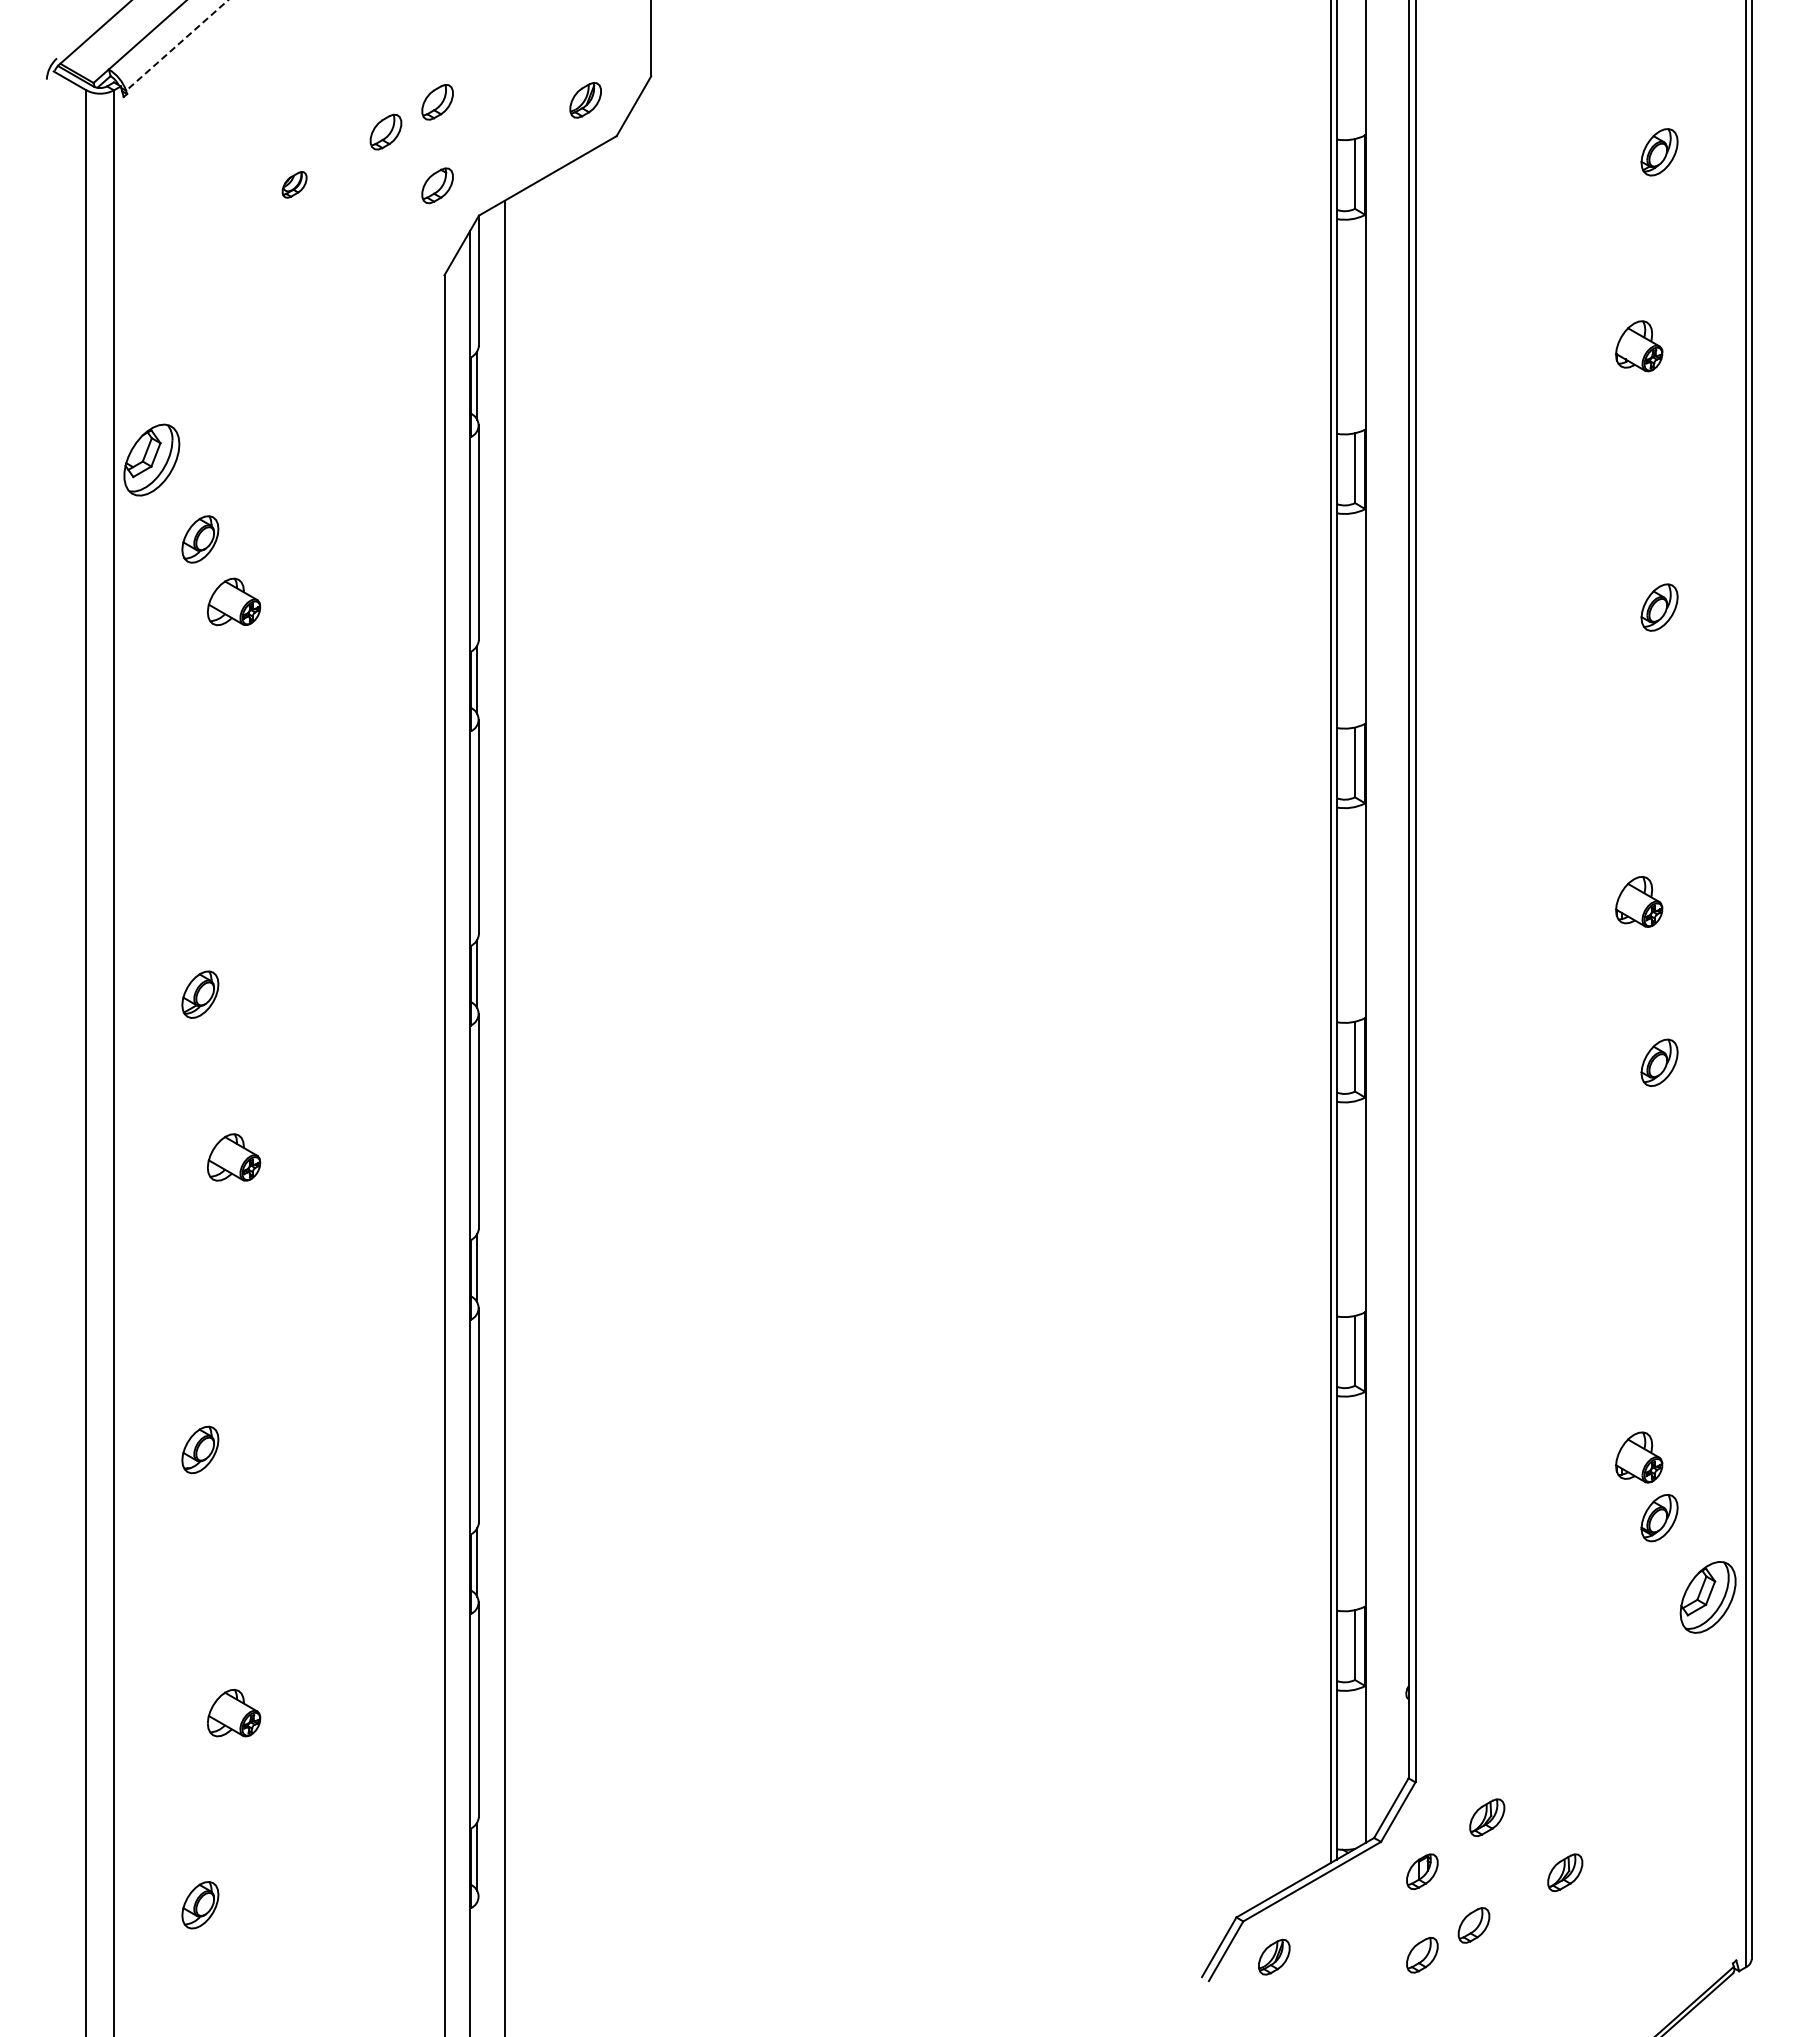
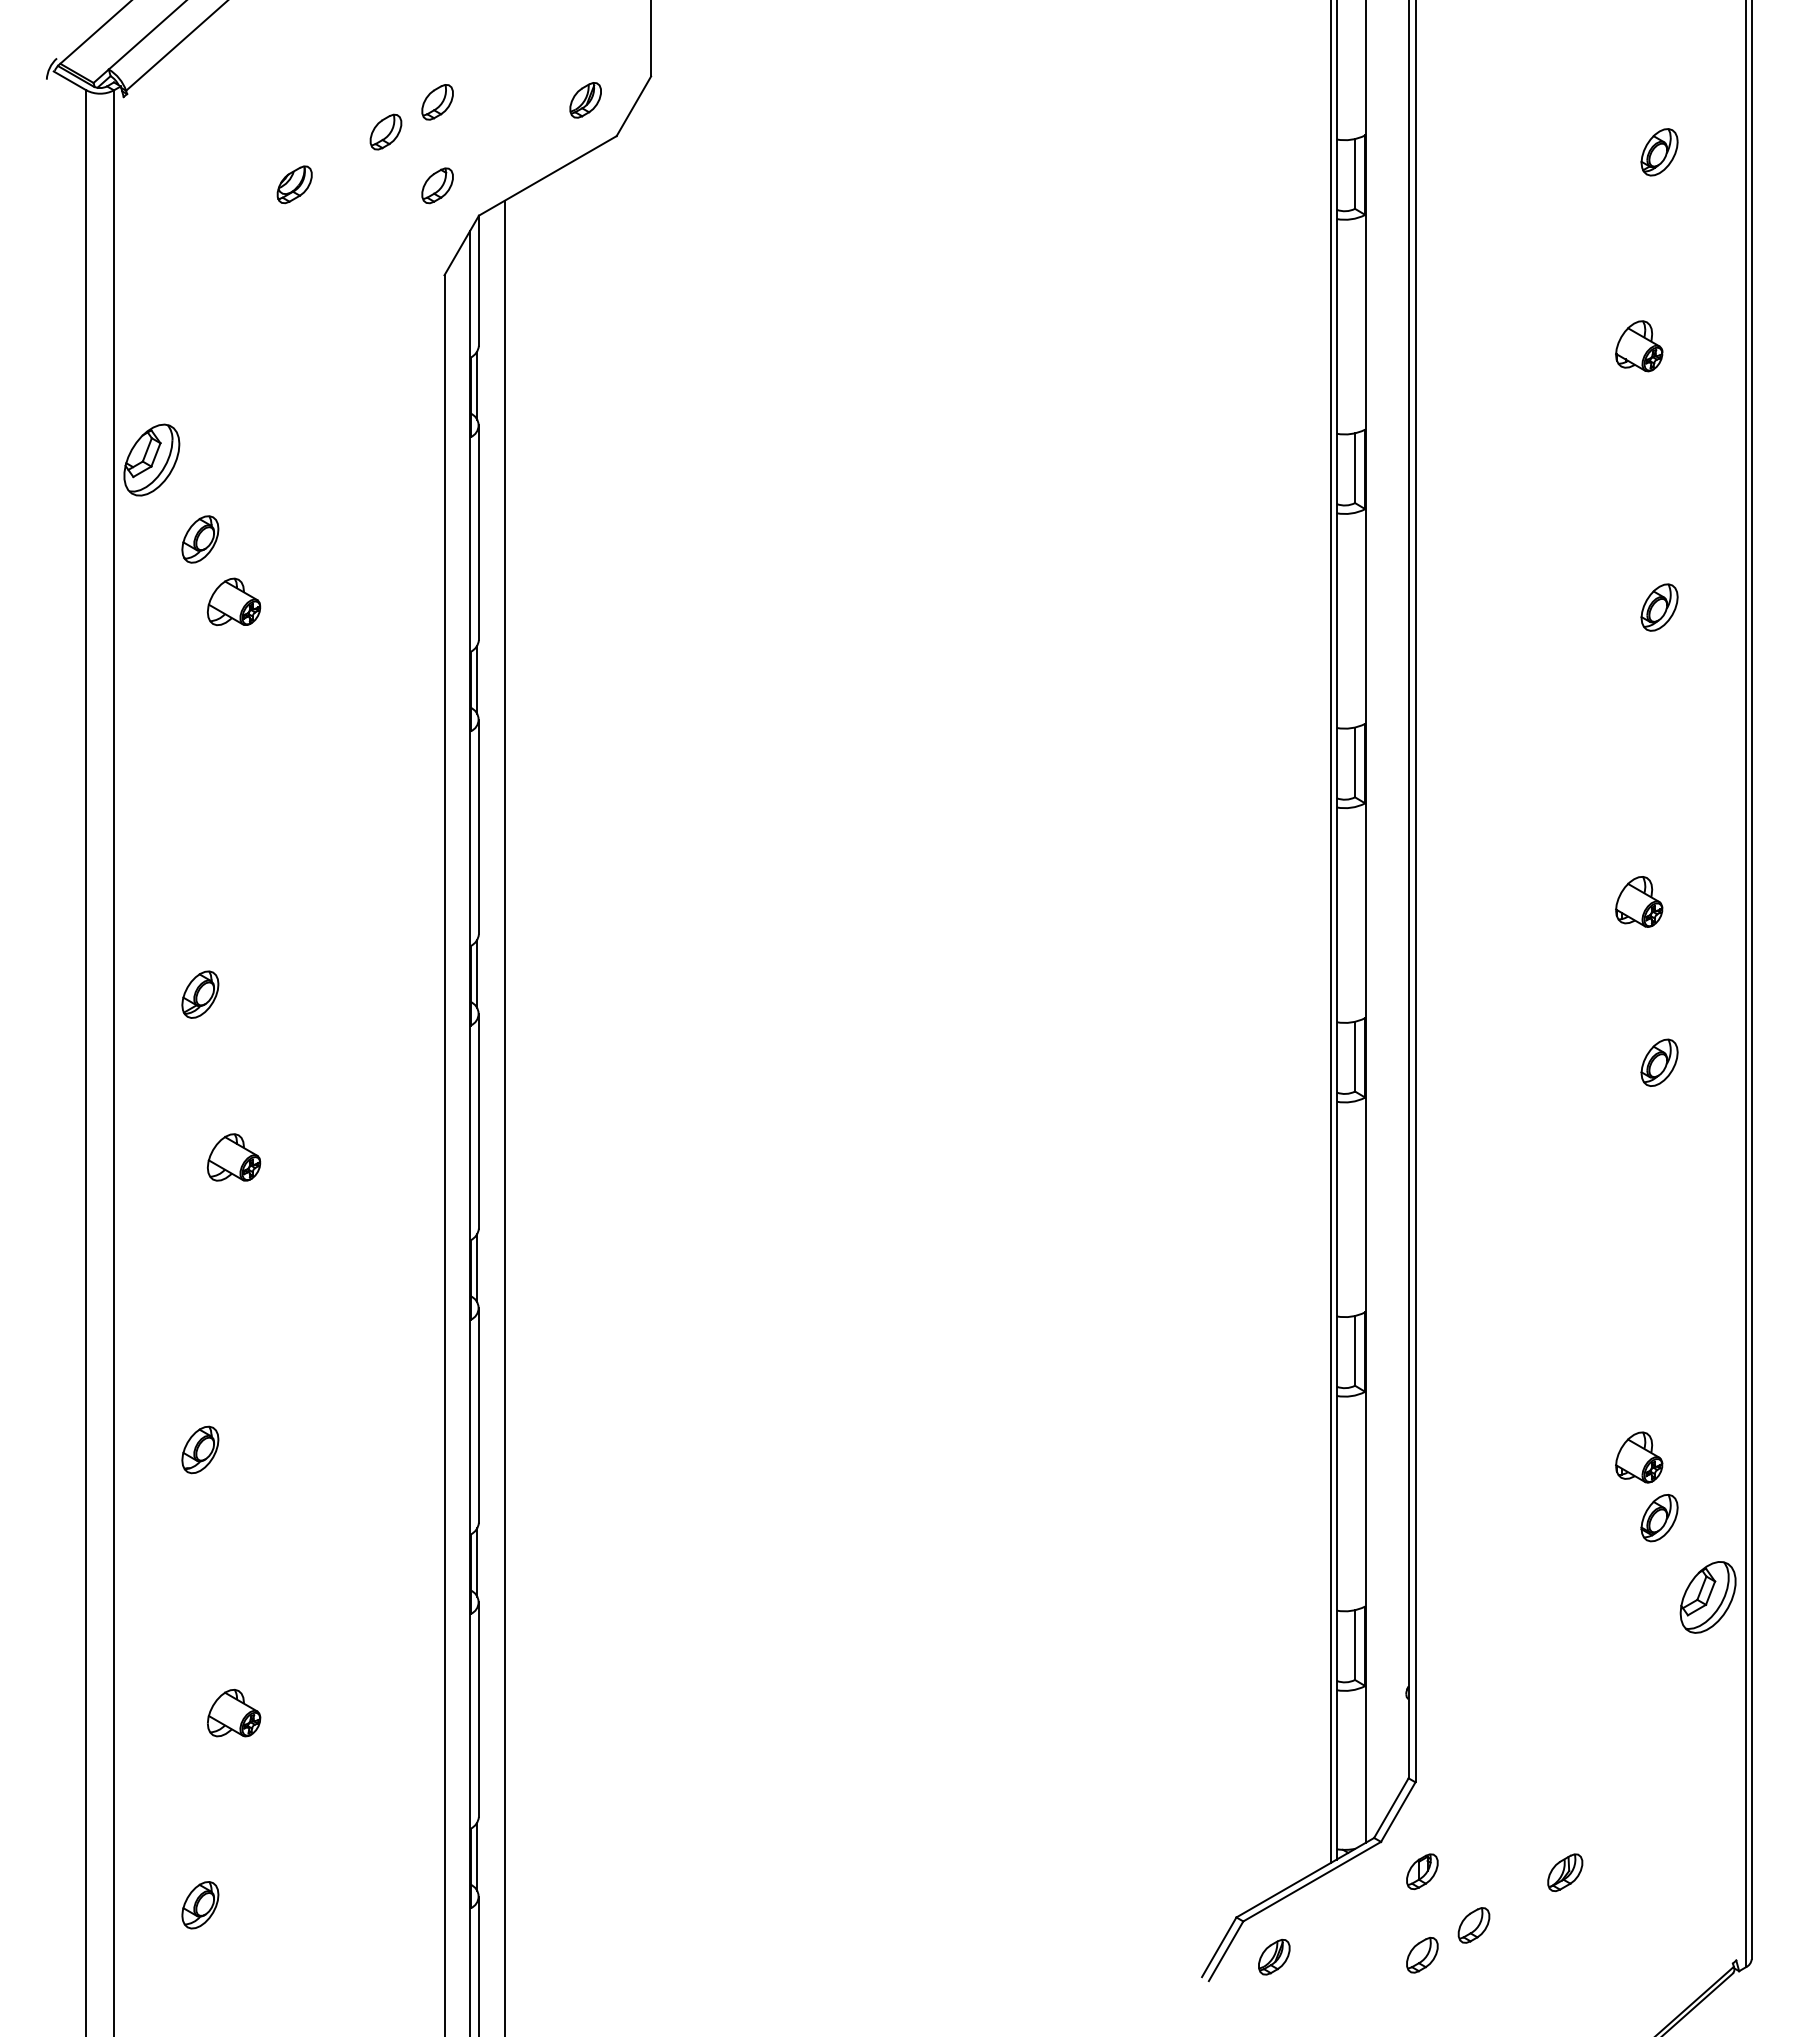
line at (176, 45): dashed -> solid
part at (294, 184) size: 27x28 px -> 37x40 px
part at (1487, 1817): present -> none
line at (478, 1964): none -> present
